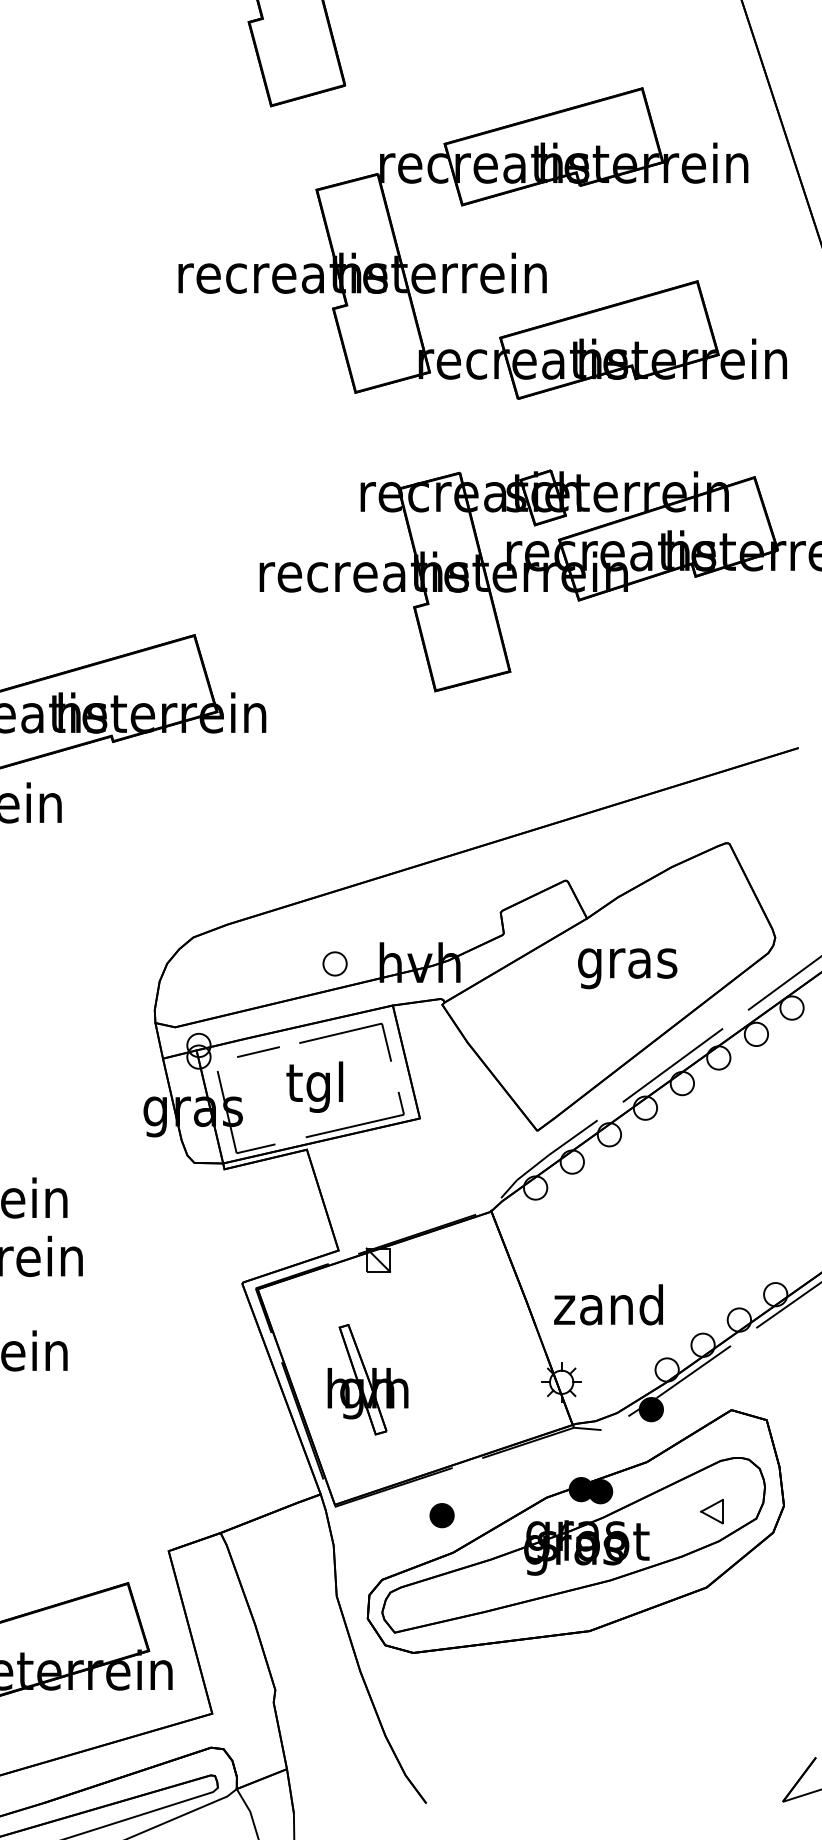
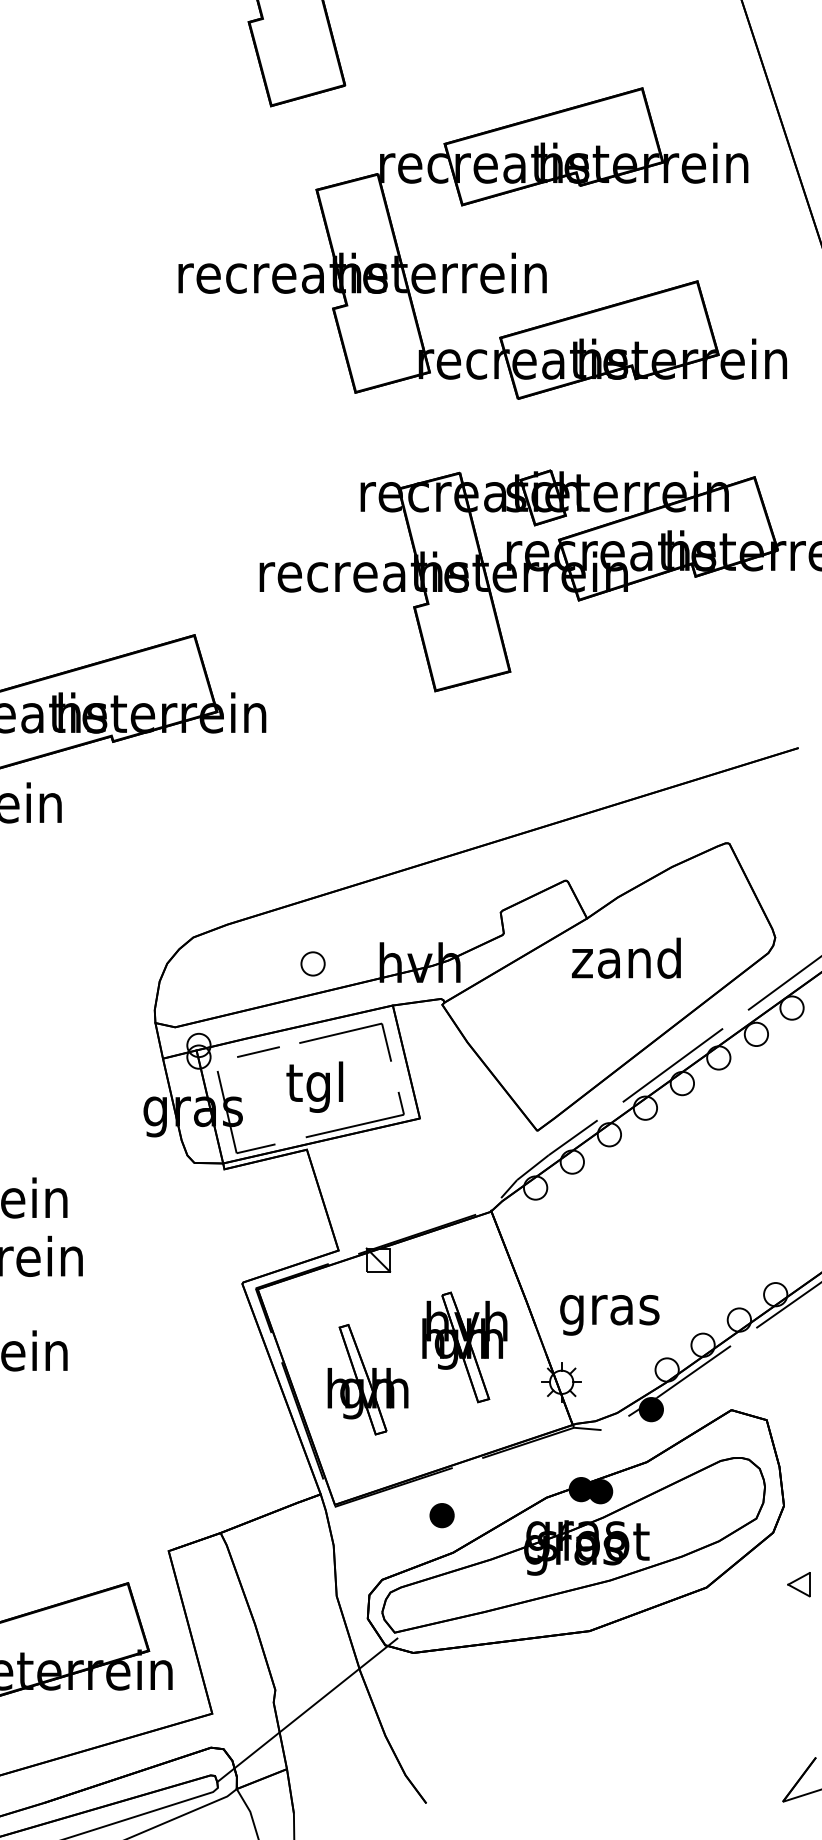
part at (334, 963) position: (334, 963) -> (312, 963)
text at (625, 963): gras -> zand
text at (608, 1309): zand -> gras
part at (464, 1347): none -> present
part at (711, 1511) position: (711, 1511) -> (798, 1584)
line at (307, 1710): none -> present
